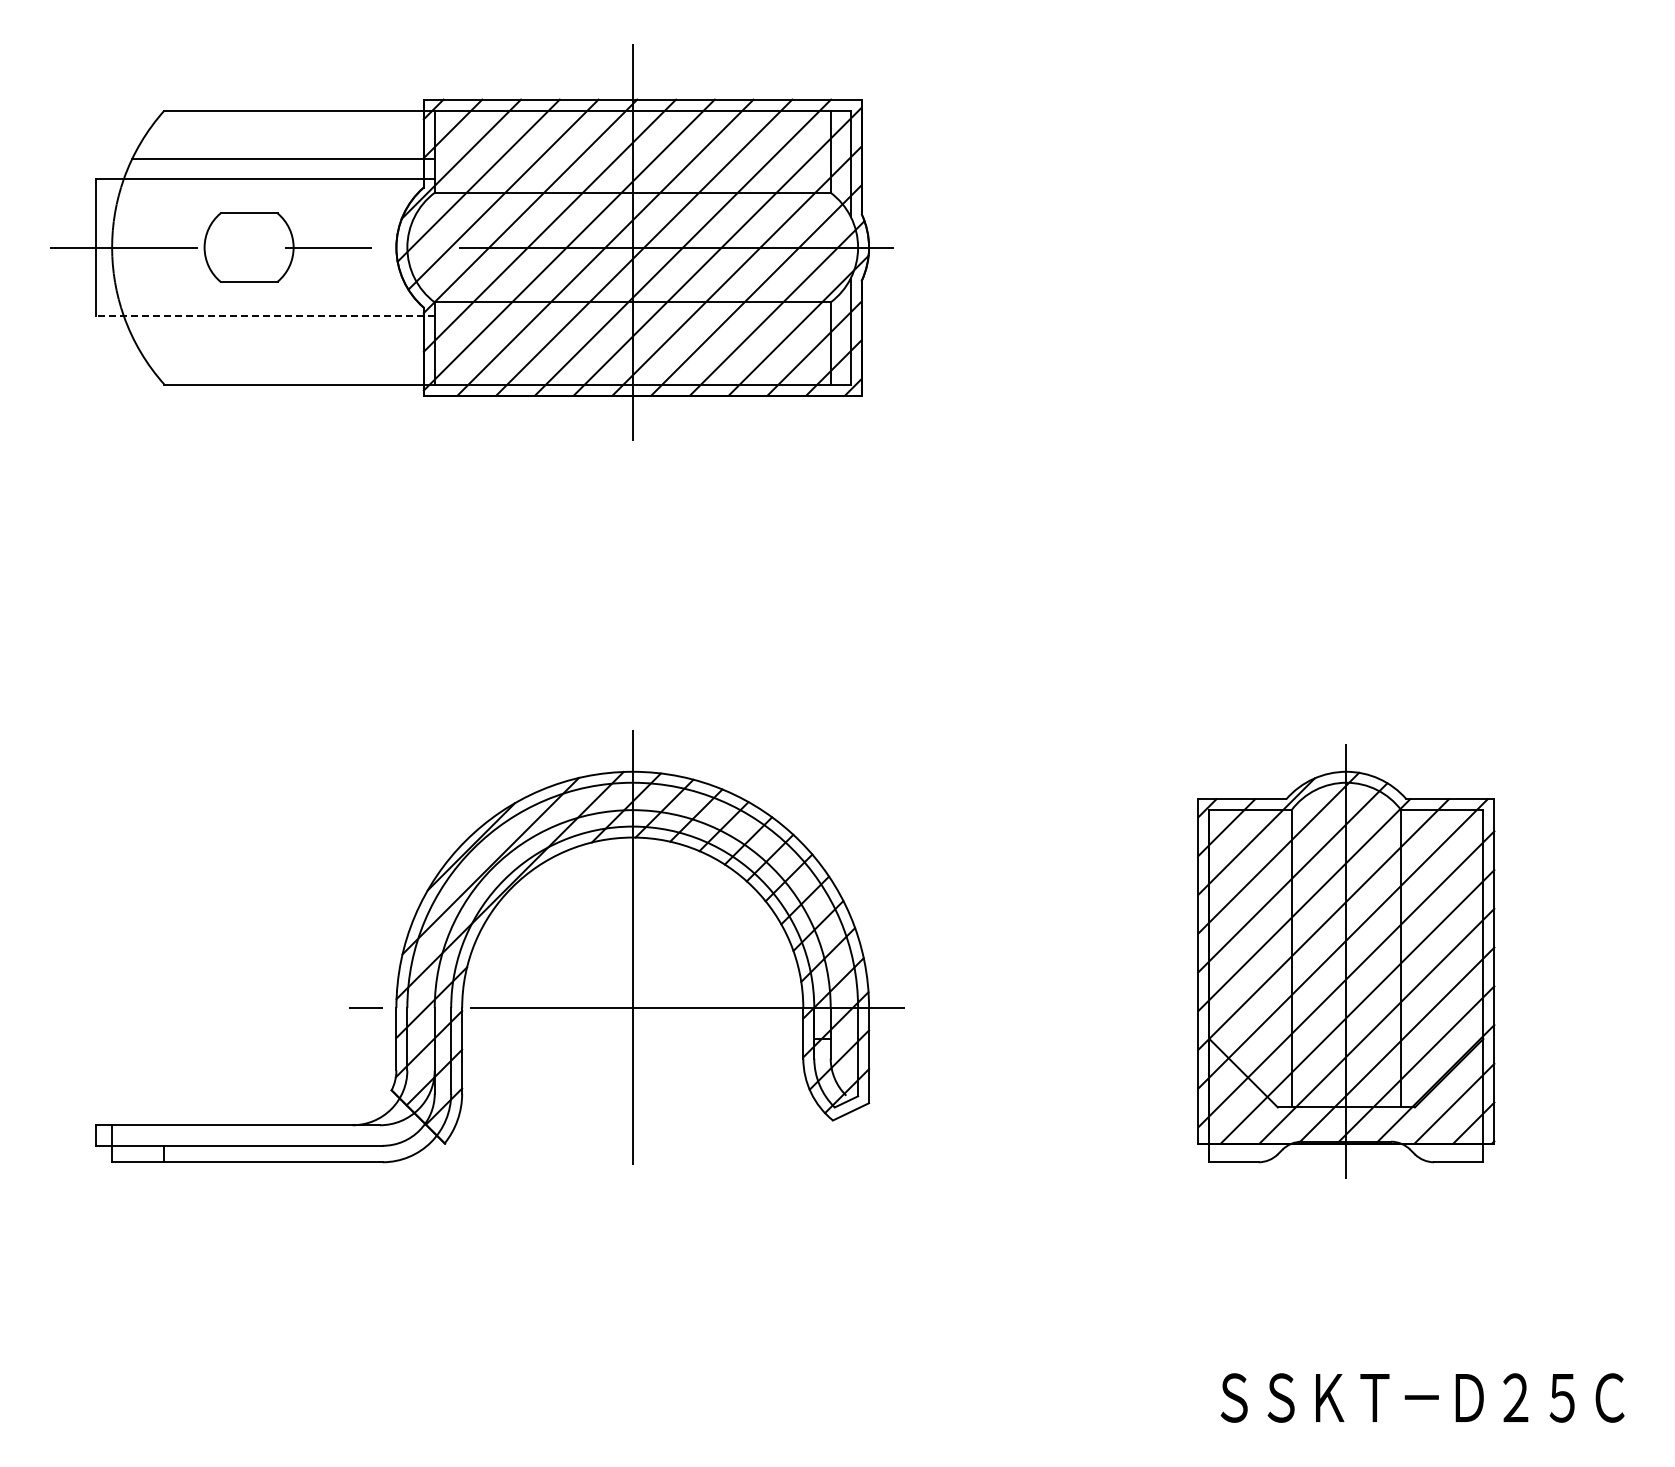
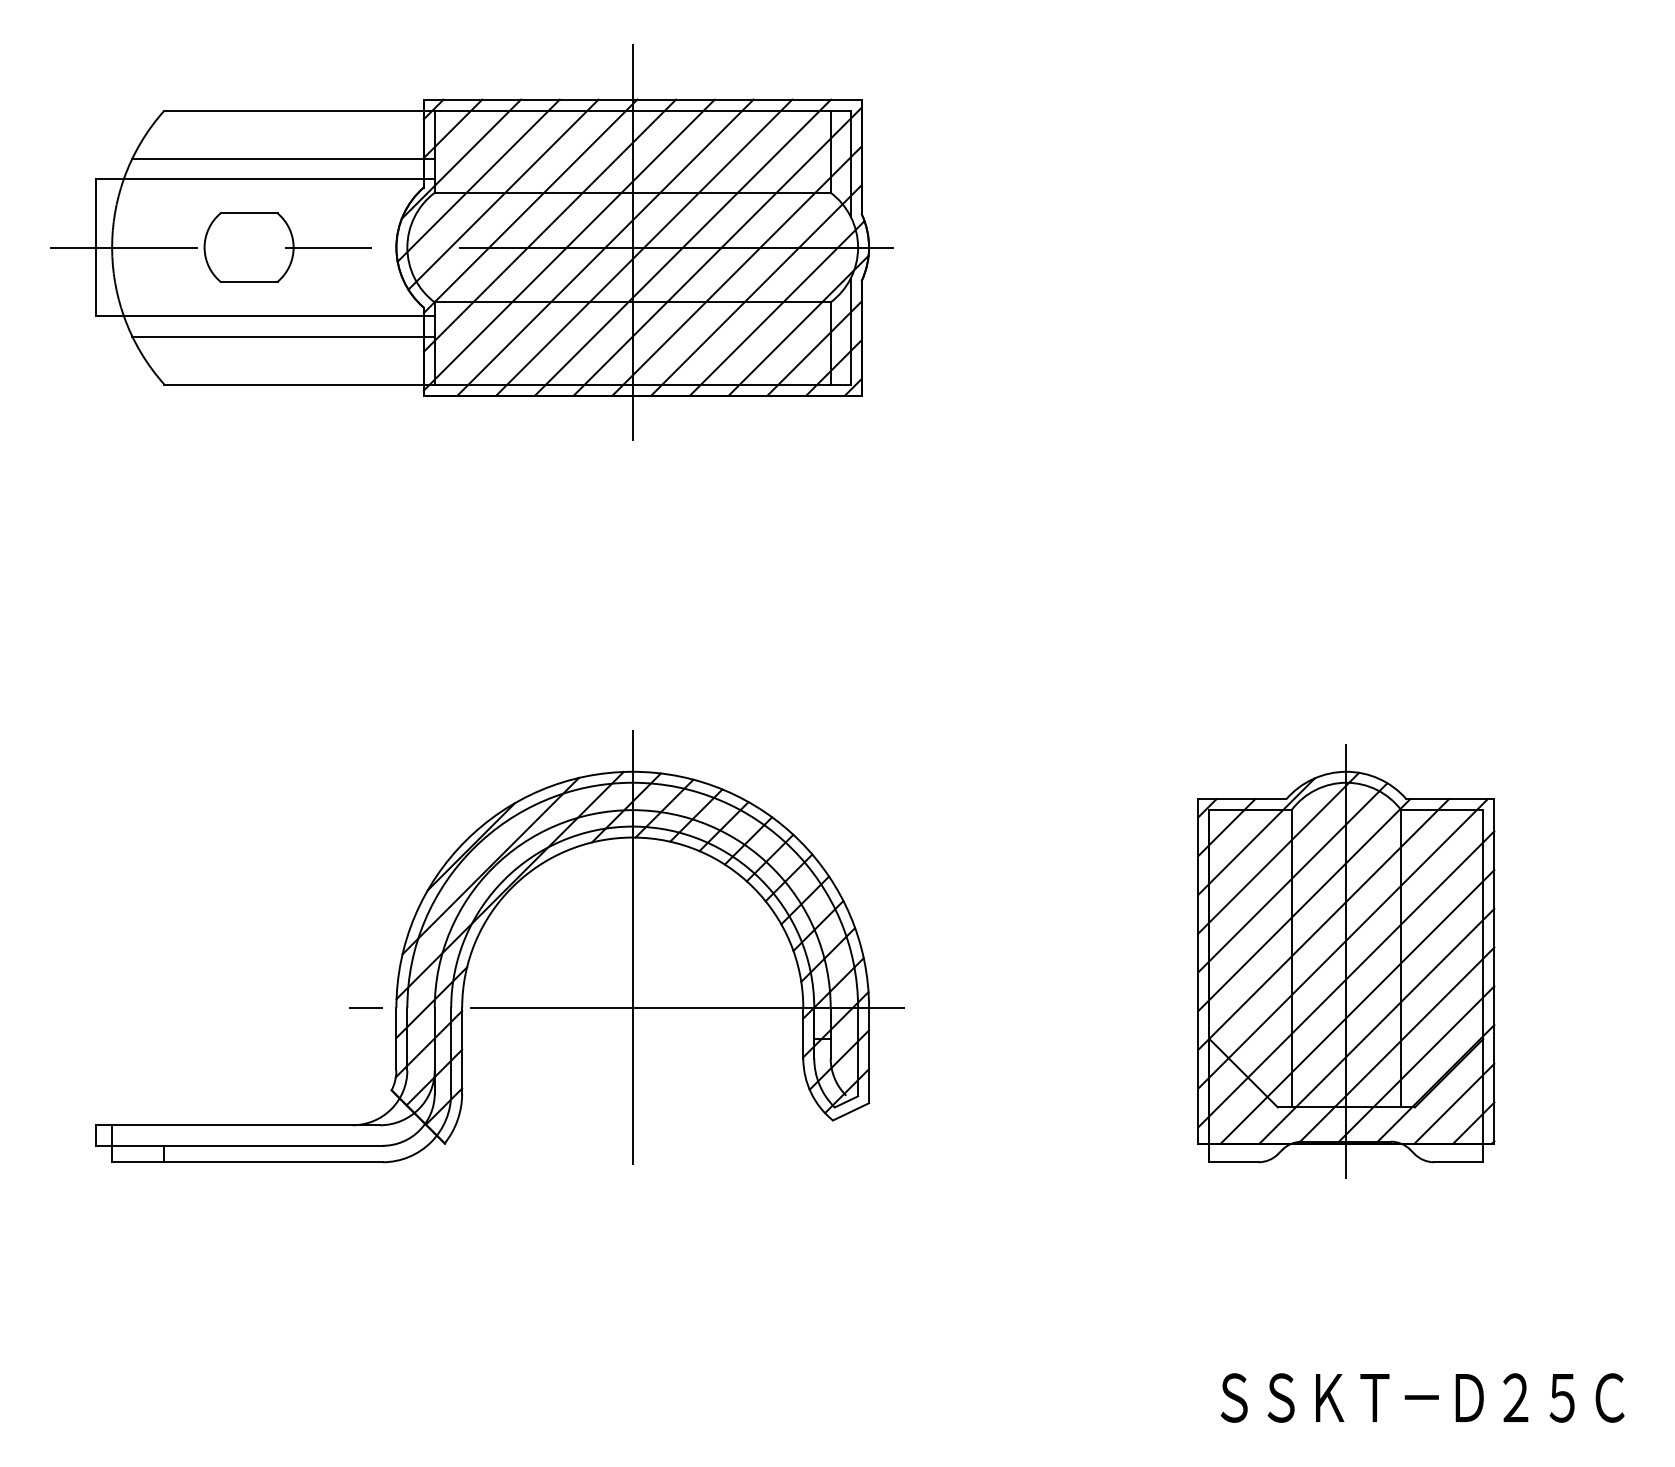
line at (265, 316): dashed -> solid
line at (283, 336): none -> present
